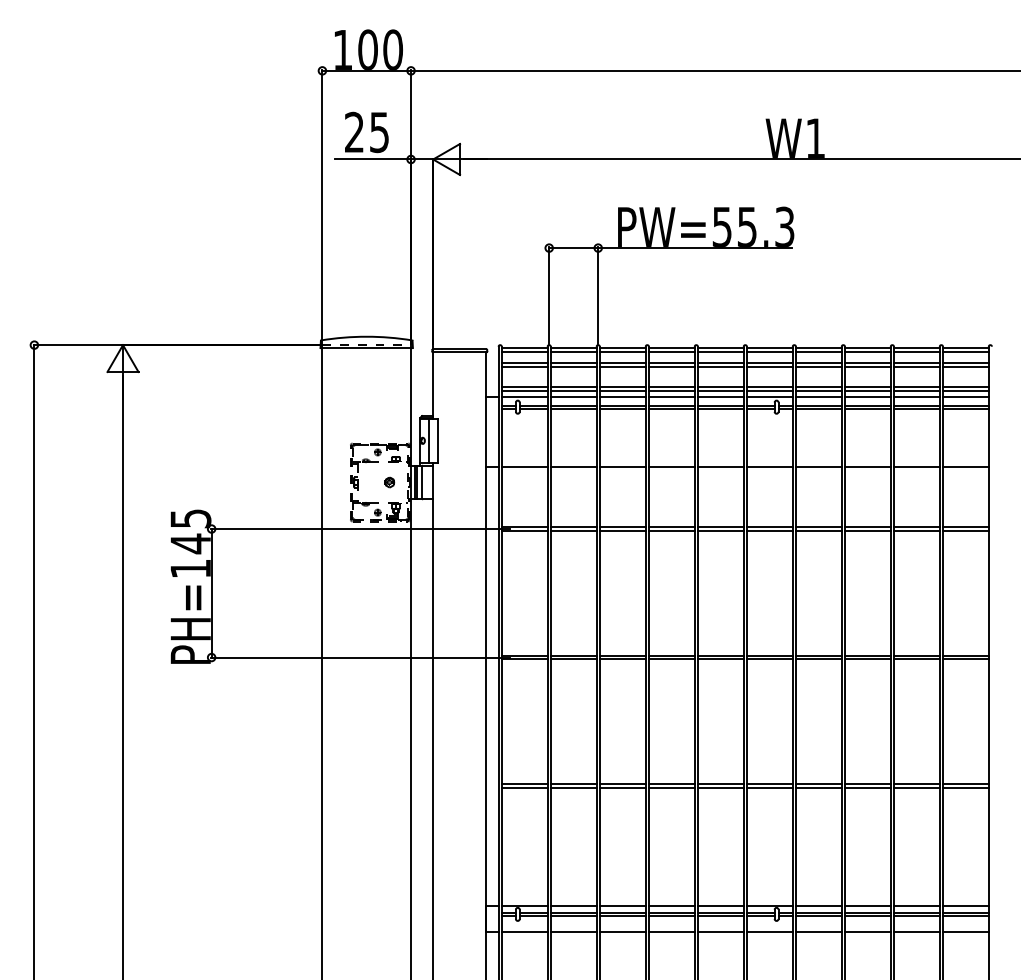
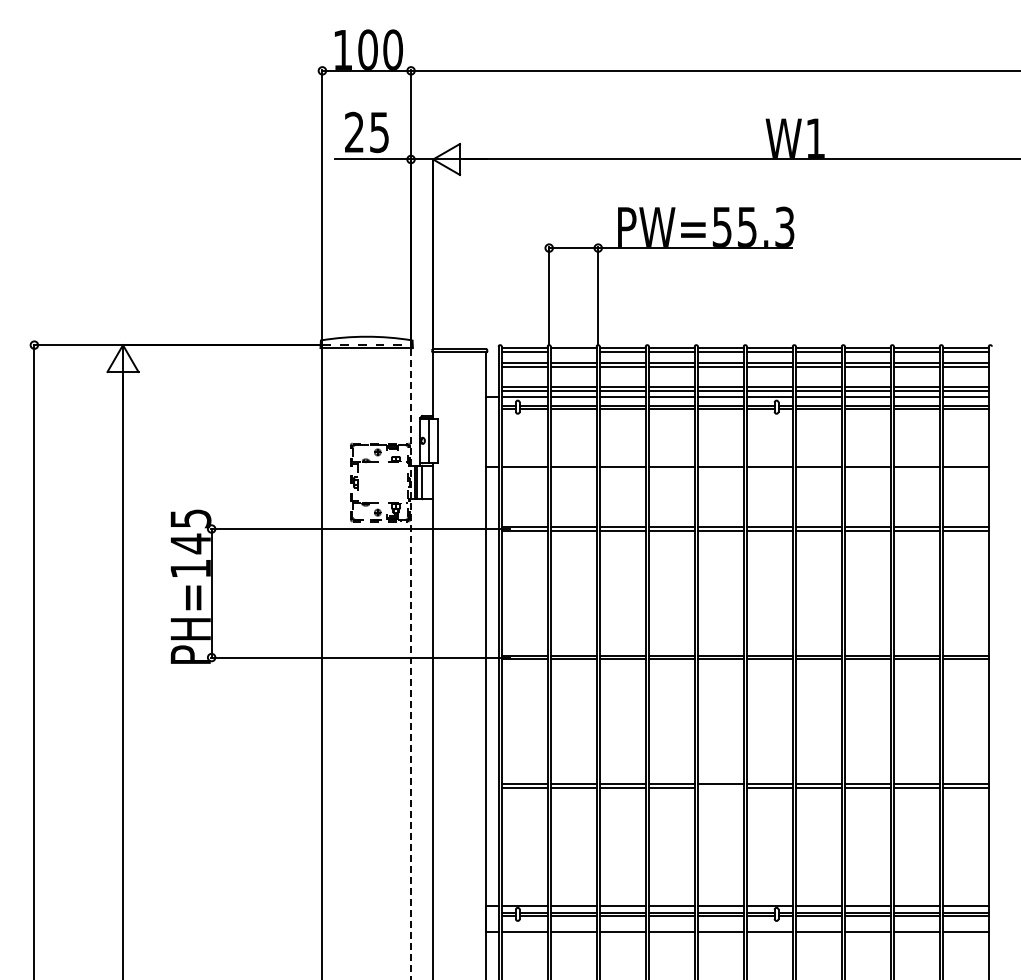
line at (573, 352): present -> none
part at (389, 482): present -> none
line at (411, 664): solid -> dashed
line at (720, 787): present -> none
